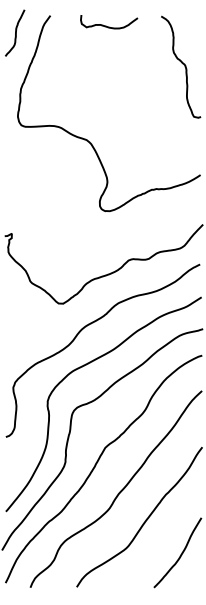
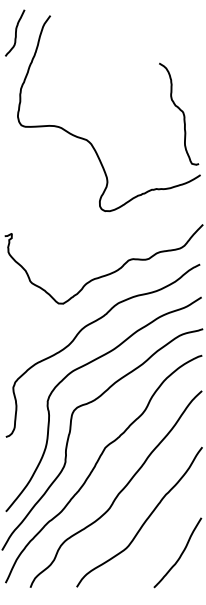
curve at (109, 26): present -> none
curve at (182, 64) position: (182, 64) -> (180, 111)
